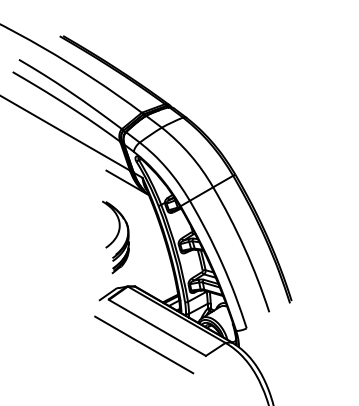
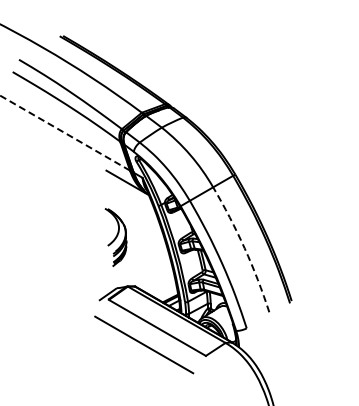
line at (65, 133): solid -> dashed
part at (115, 237) size: 28x75 px -> 24x59 px
arc at (244, 248): solid -> dashed
